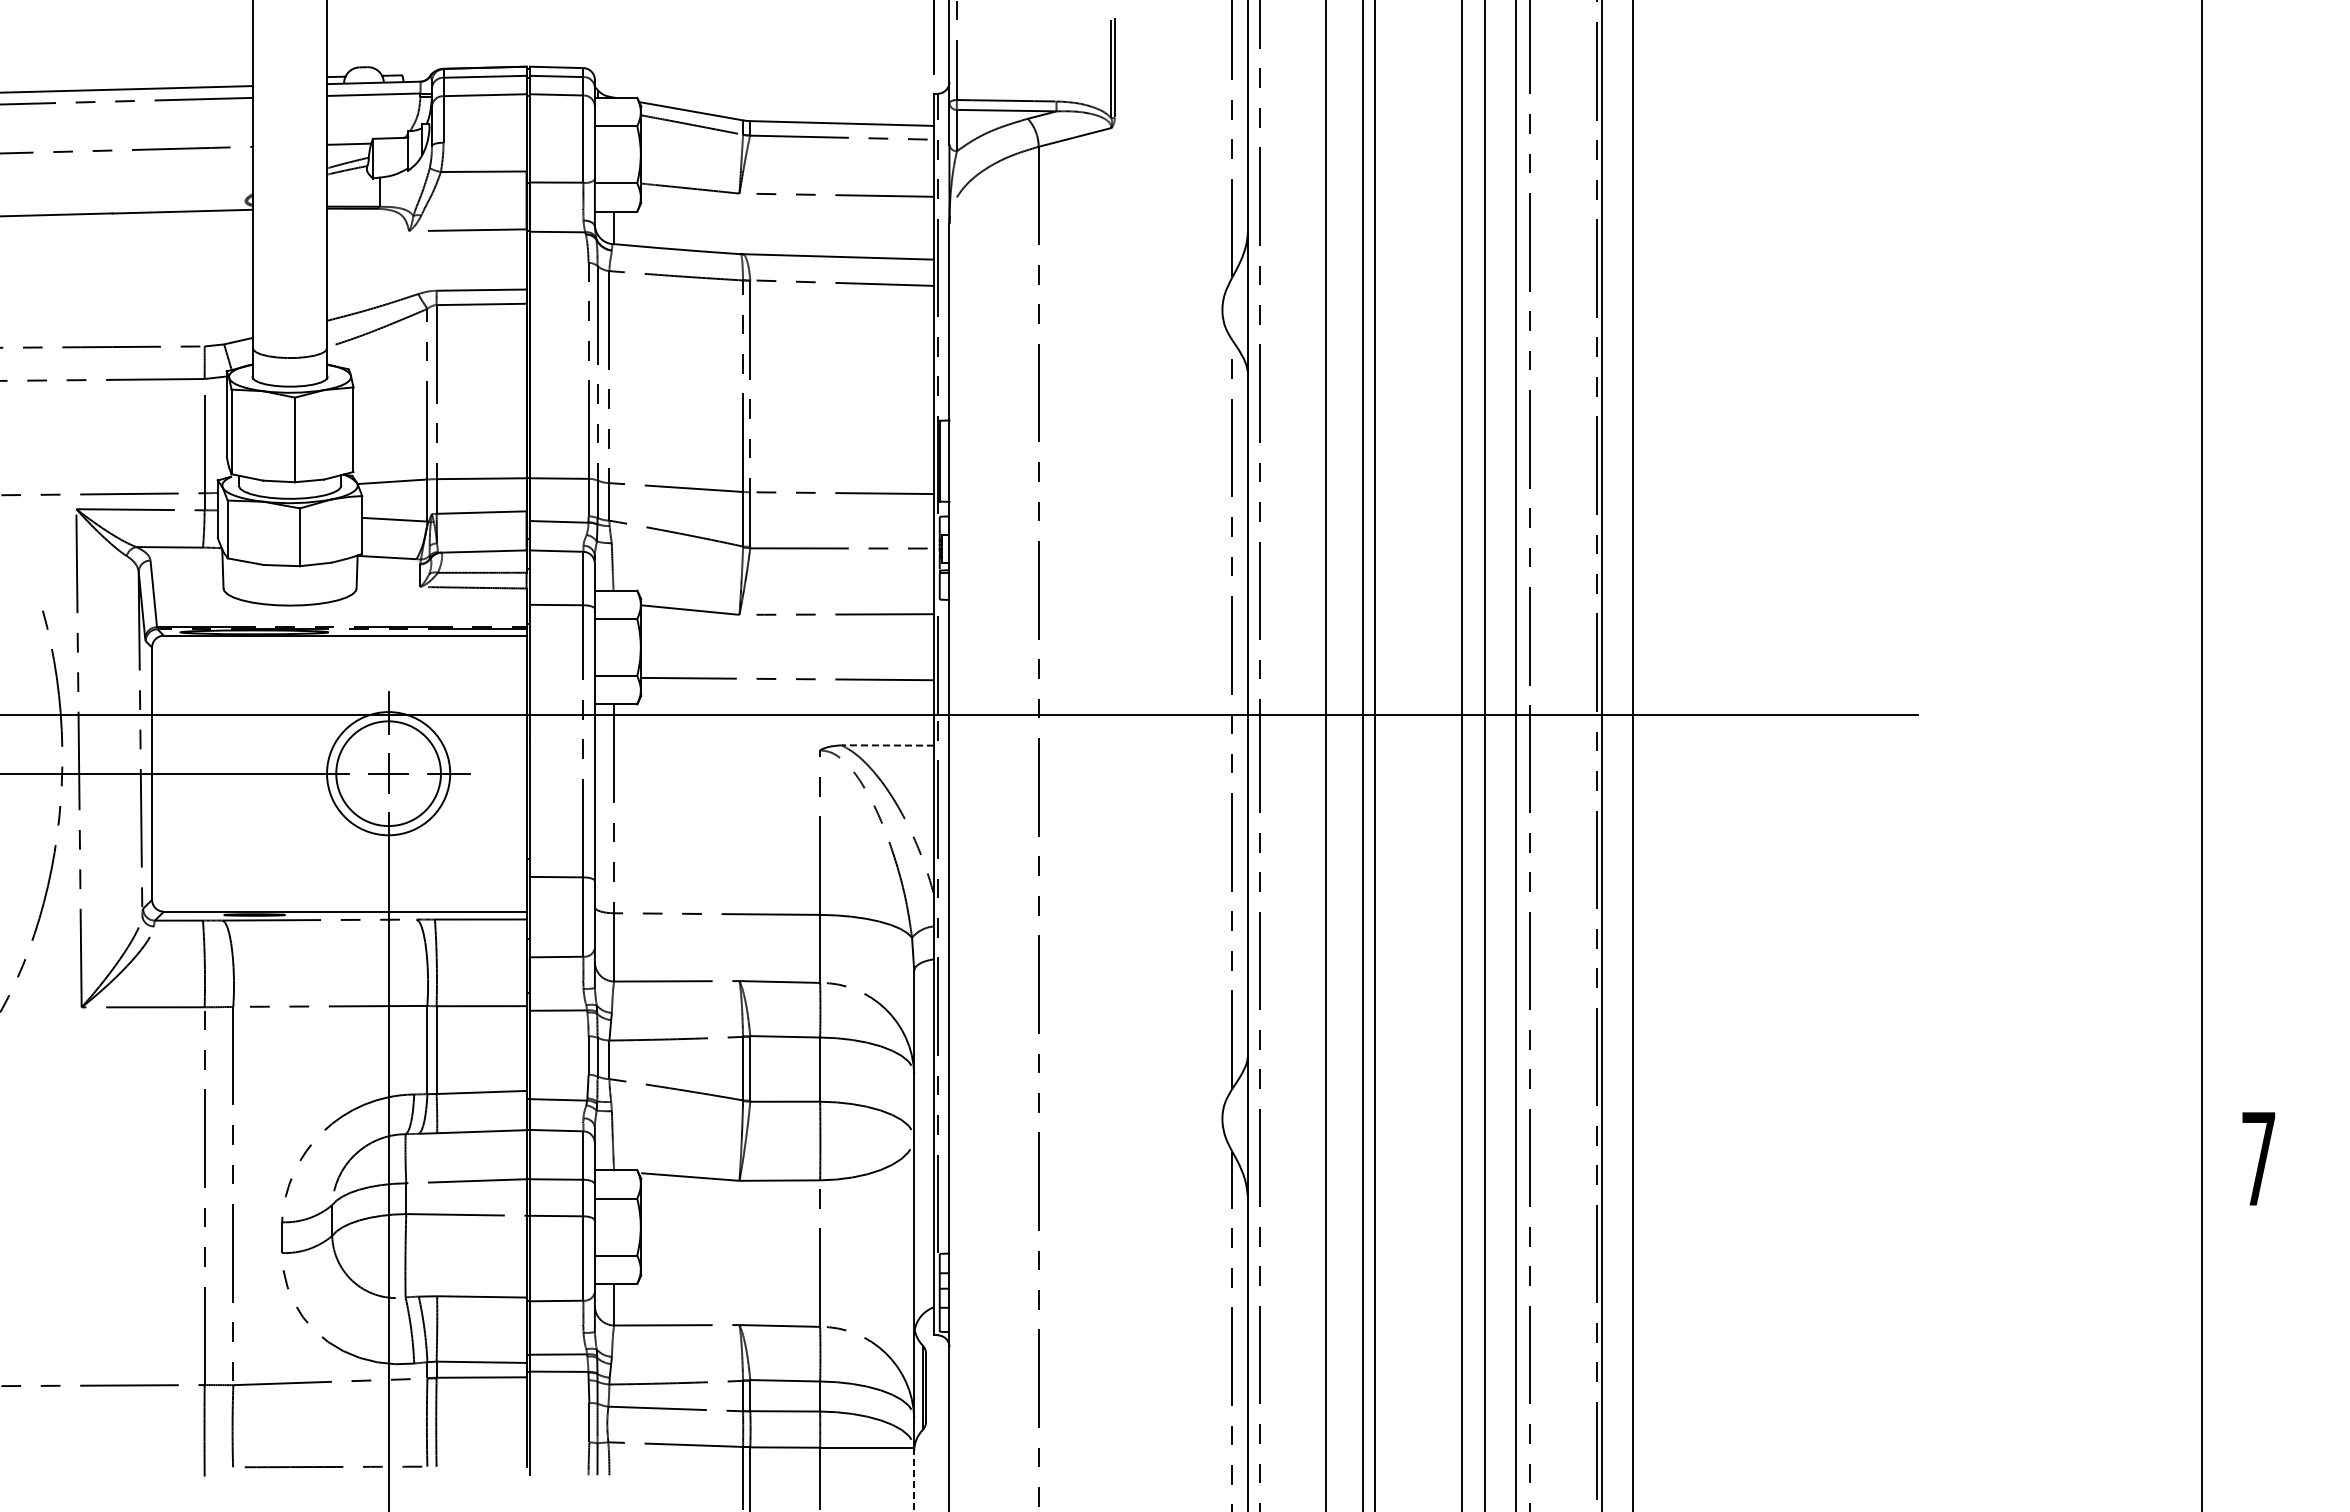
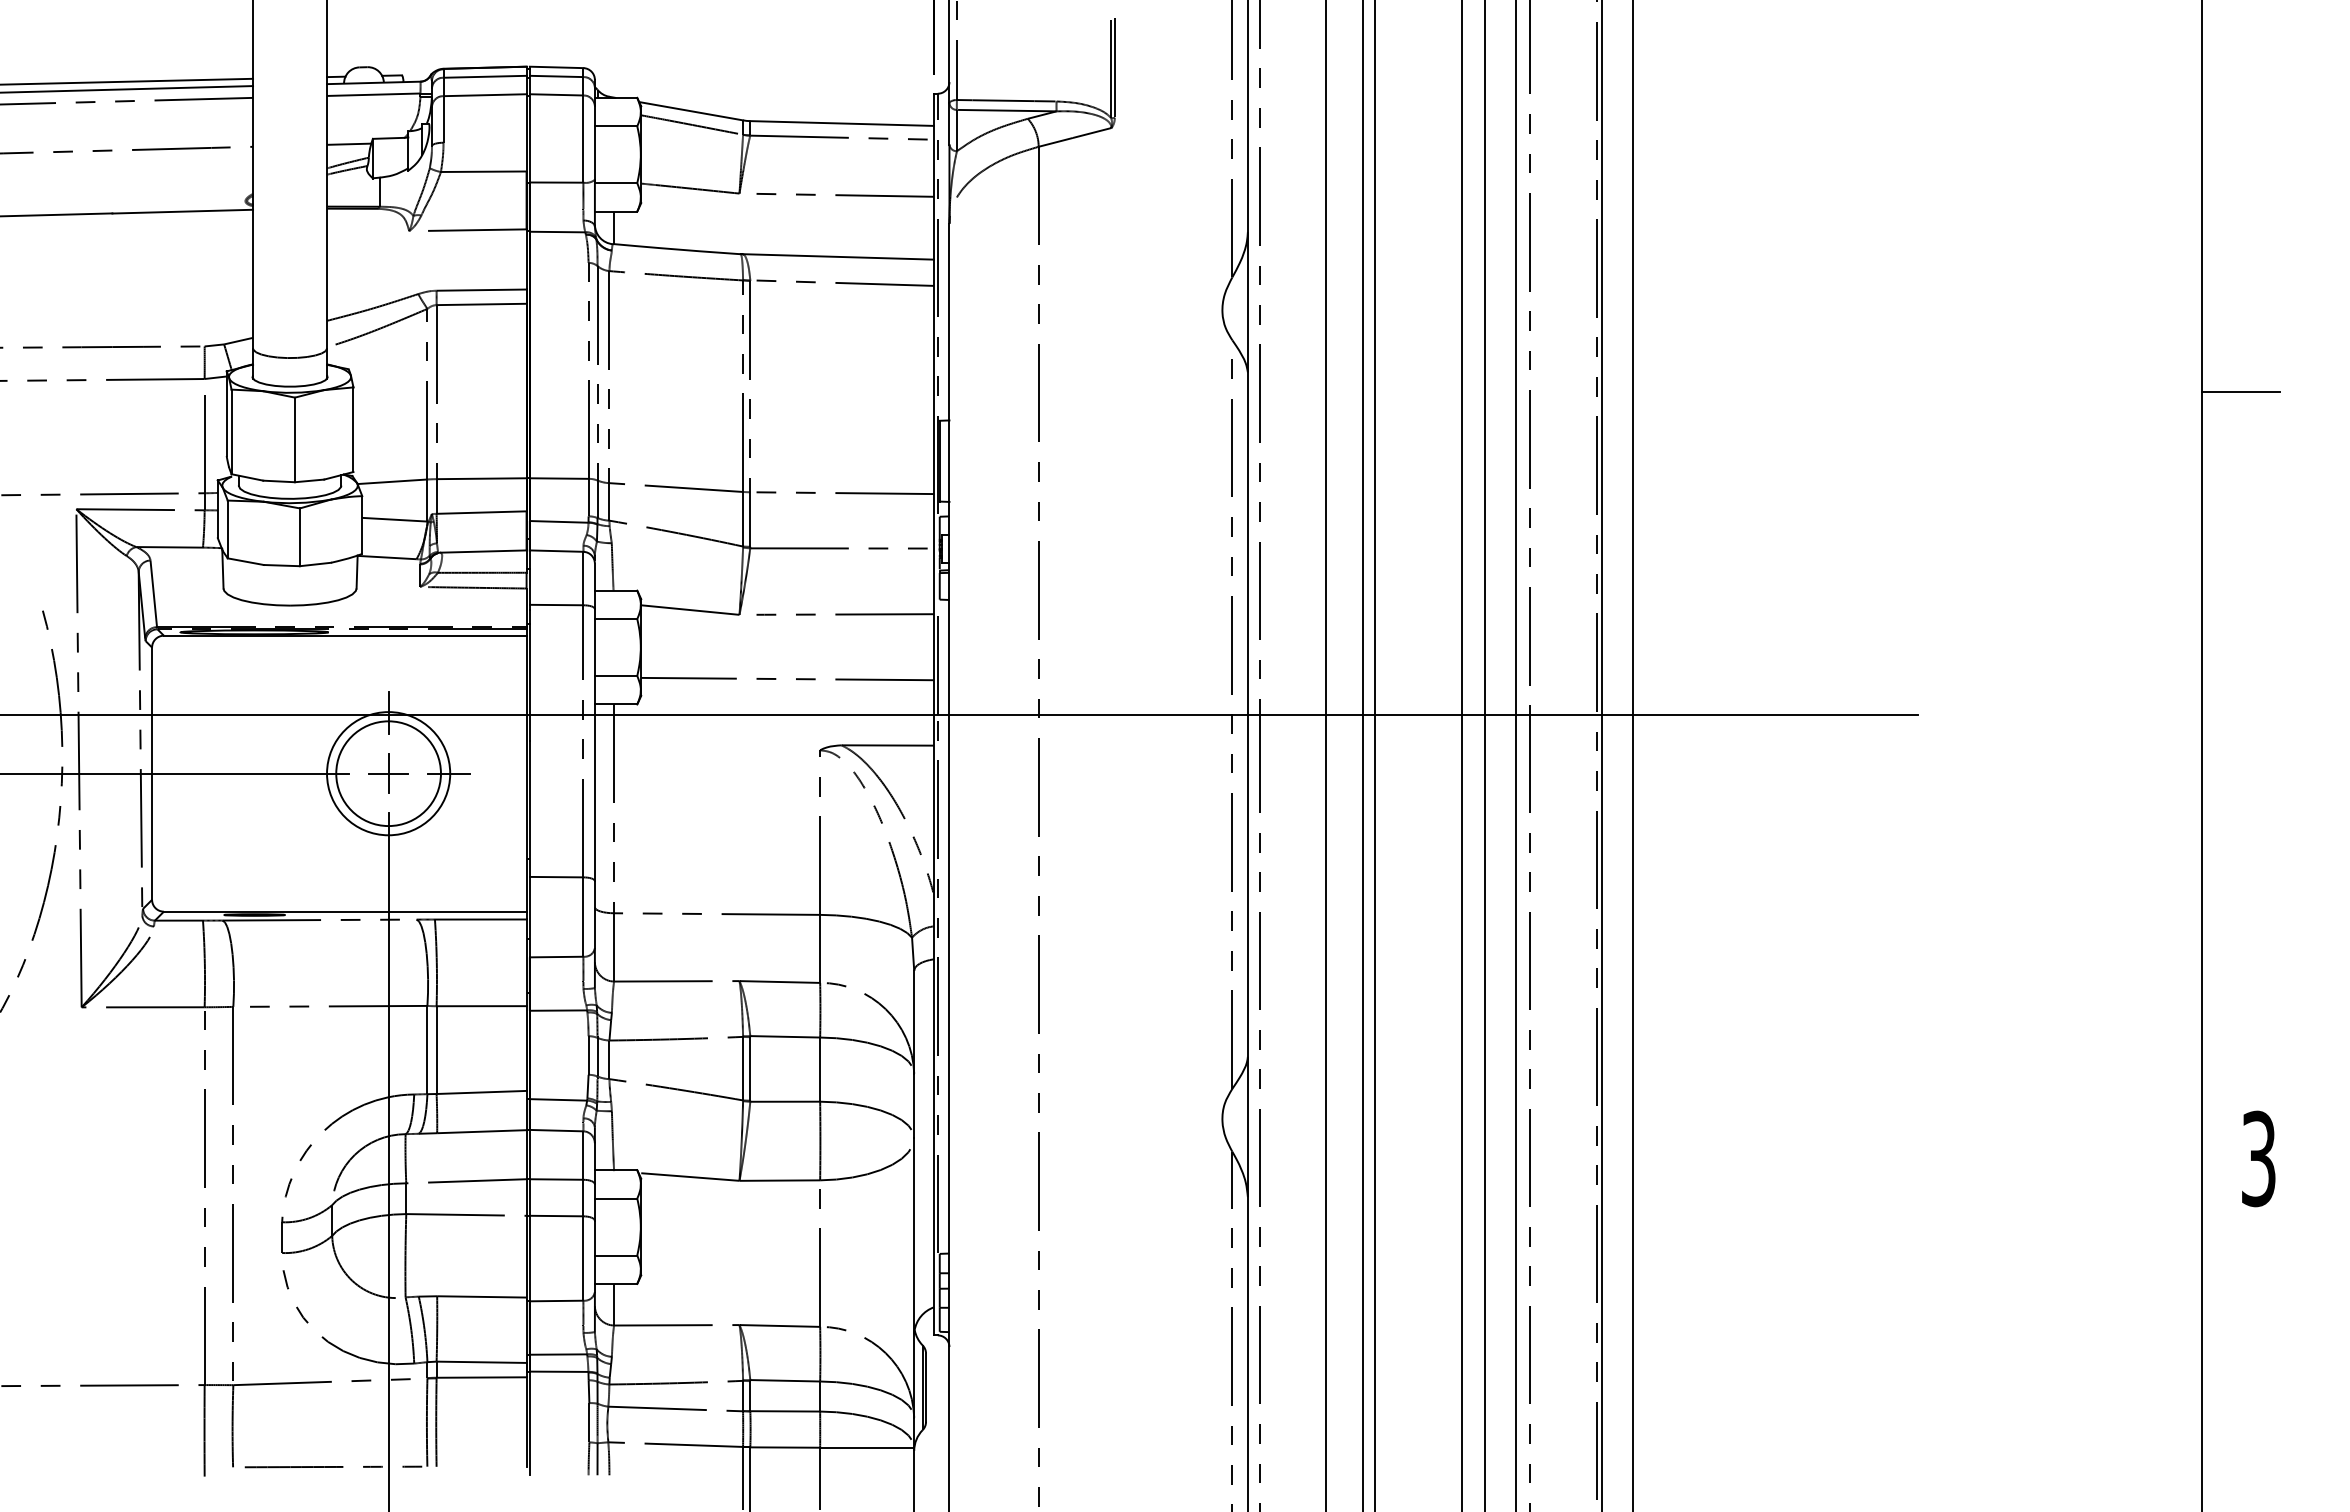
line at (127, 81): none -> present
line at (2240, 391): none -> present
line at (888, 745): dashed -> solid
text at (2258, 1158): 7 -> 3
line at (914, 1479): dashed -> solid
